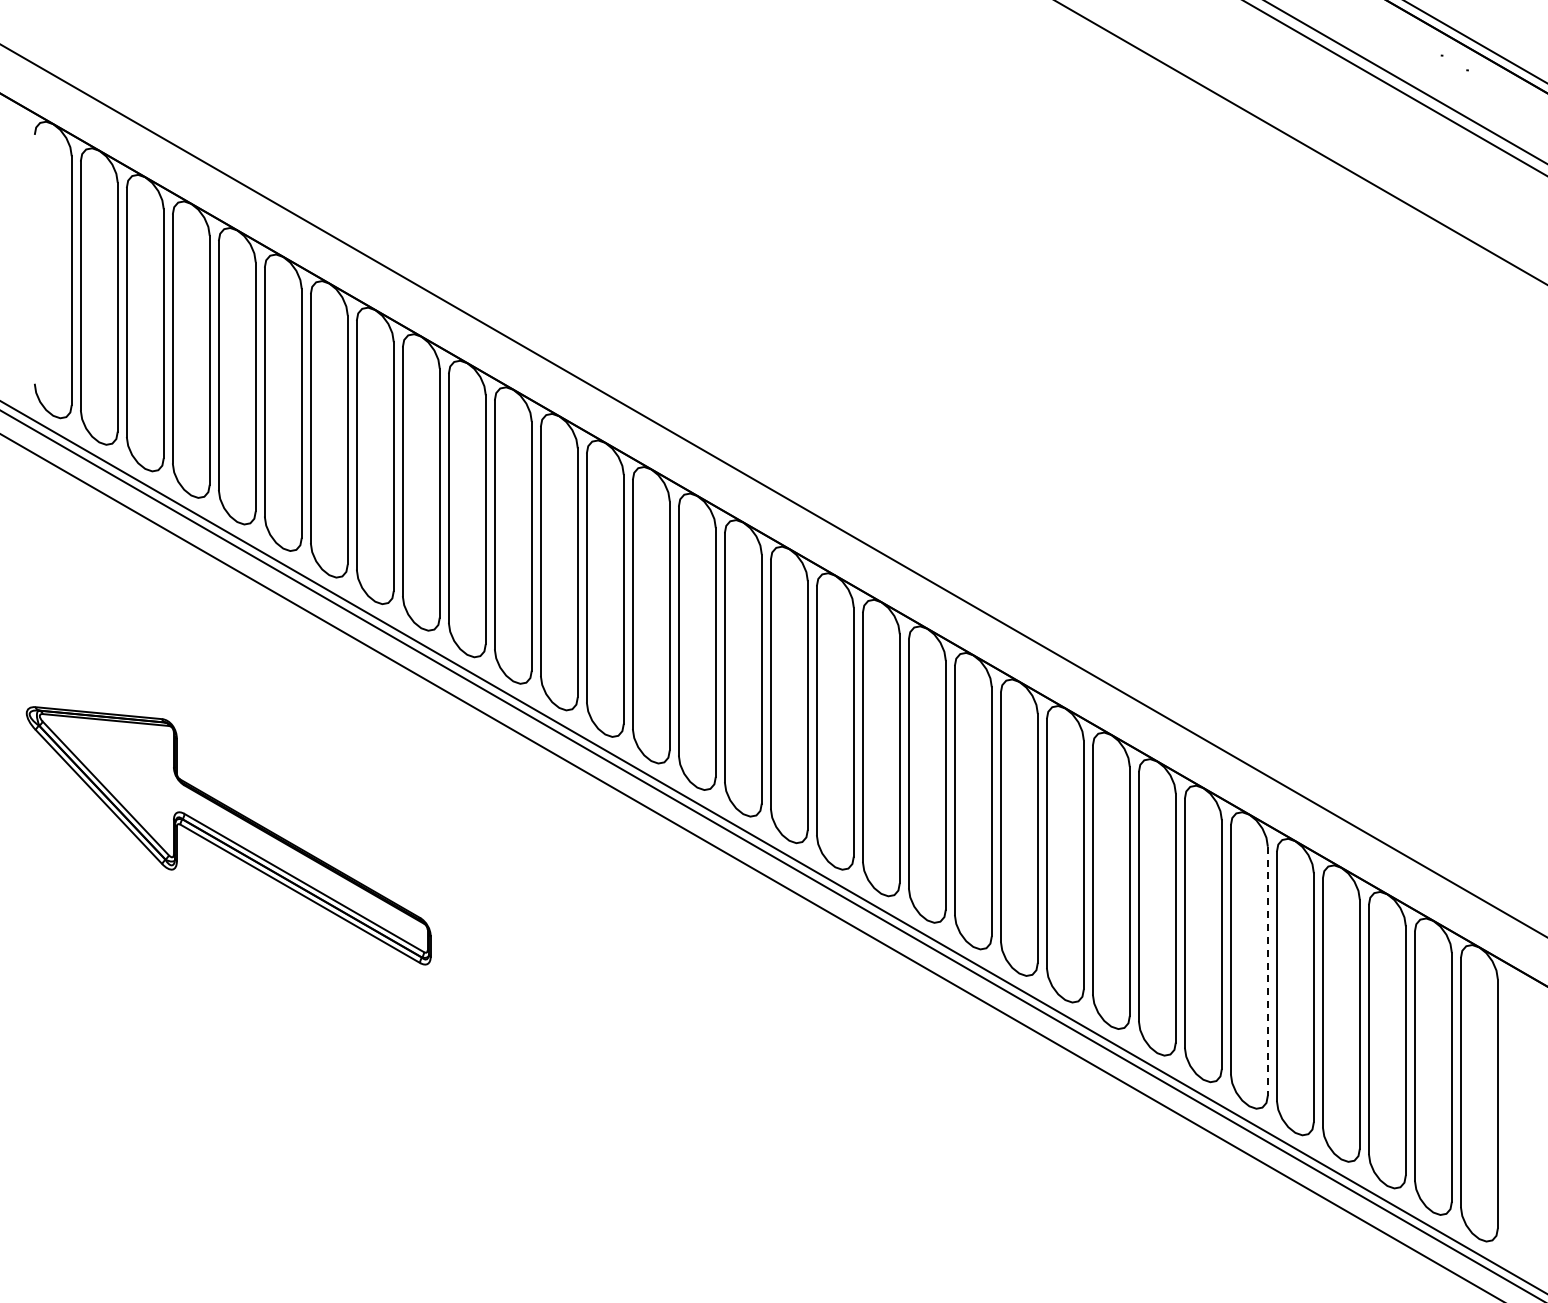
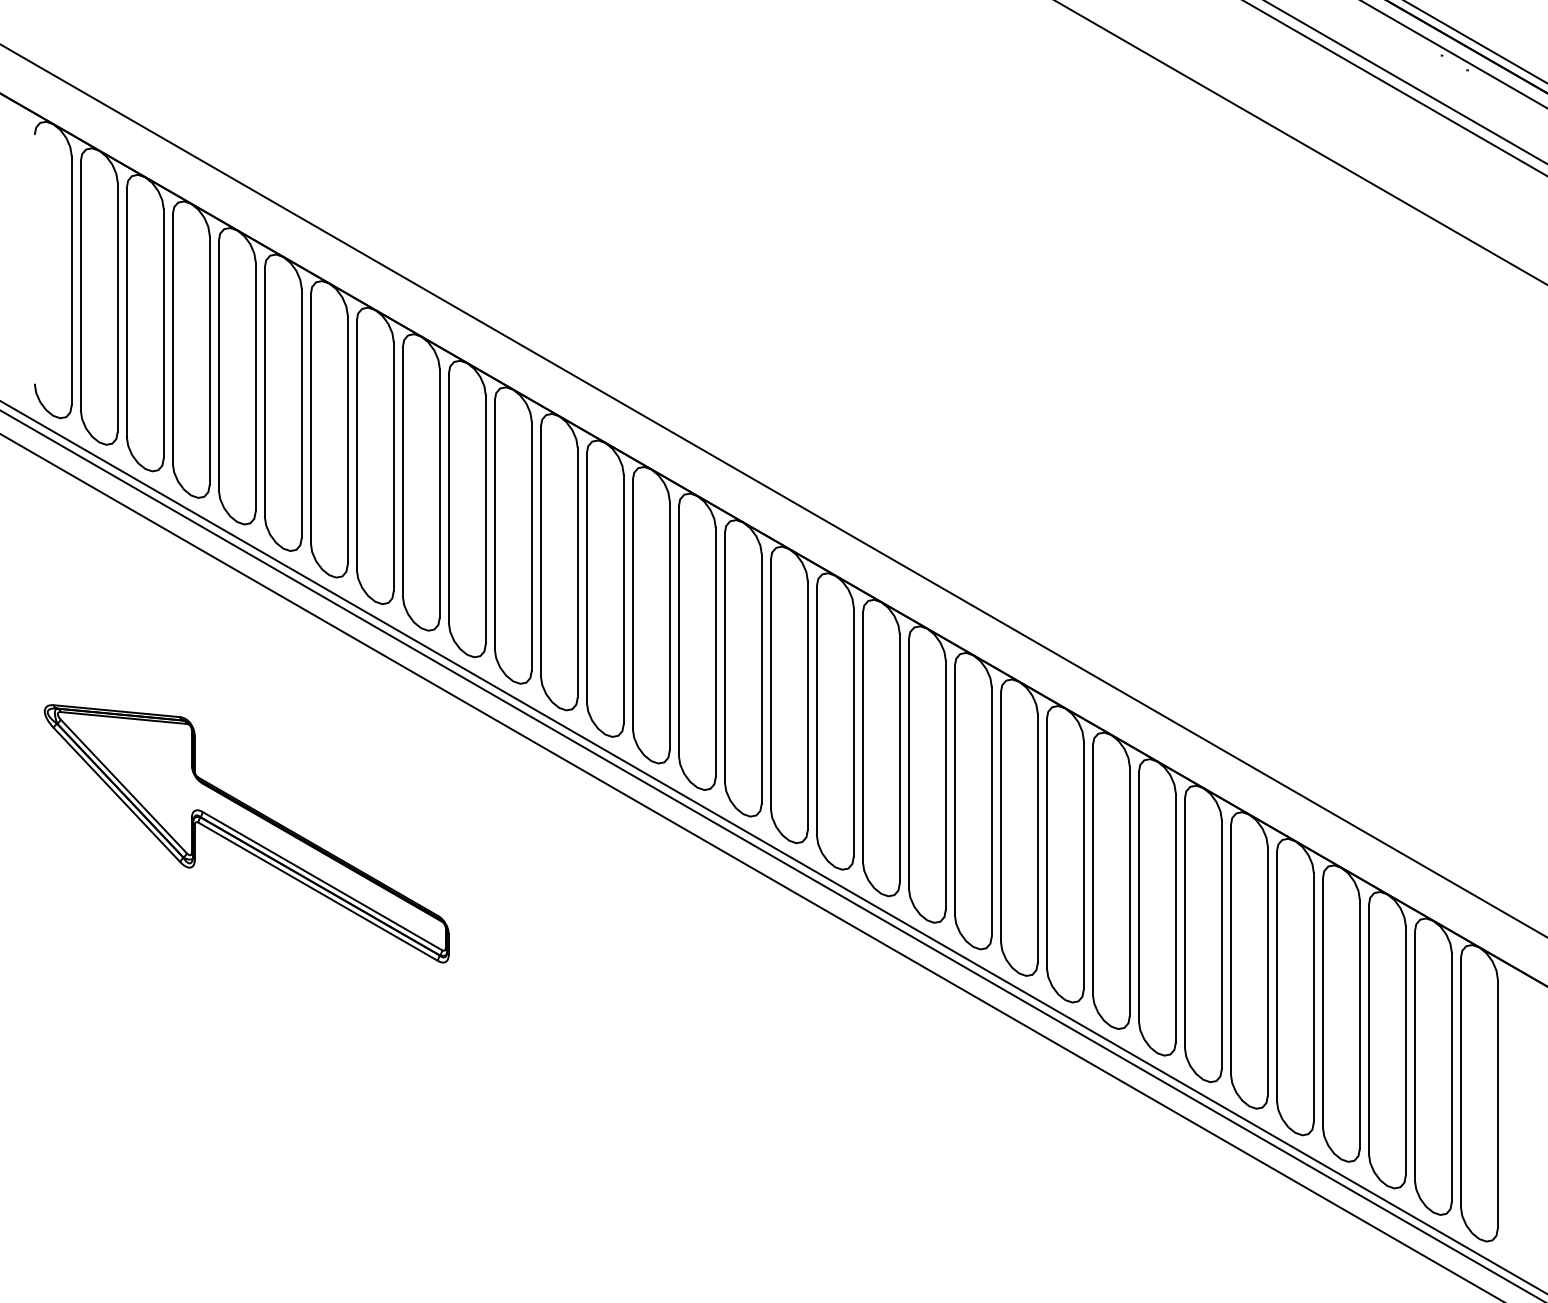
line at (1454, 54): none -> present
part at (228, 835) position: (228, 835) -> (246, 833)
line at (1267, 971): dashed -> solid
